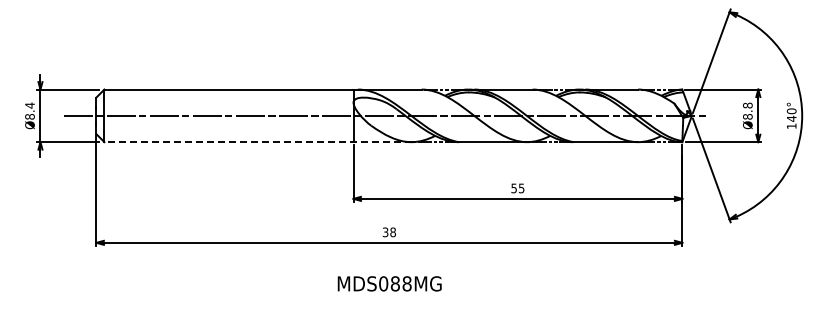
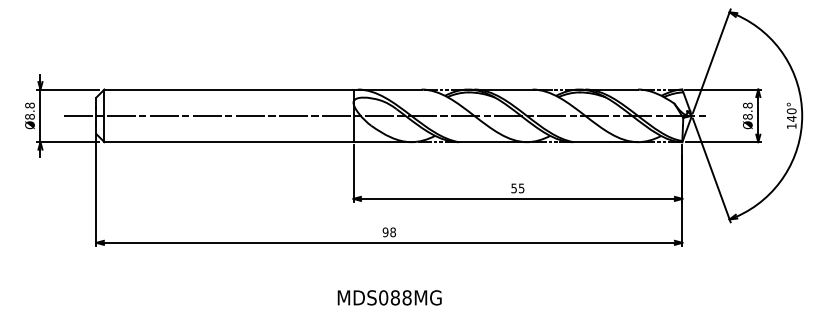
text at (29, 105): Ø8.4 -> Ø8.8
line at (258, 142): dashed -> solid
text at (385, 232): 38 -> 98
text at (389, 283) position: (389, 283) -> (389, 297)
